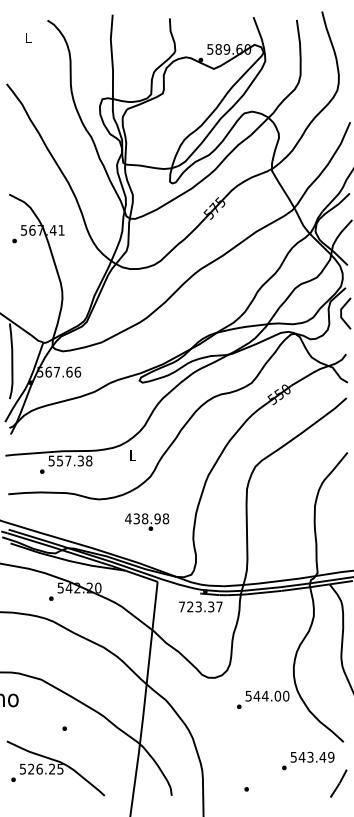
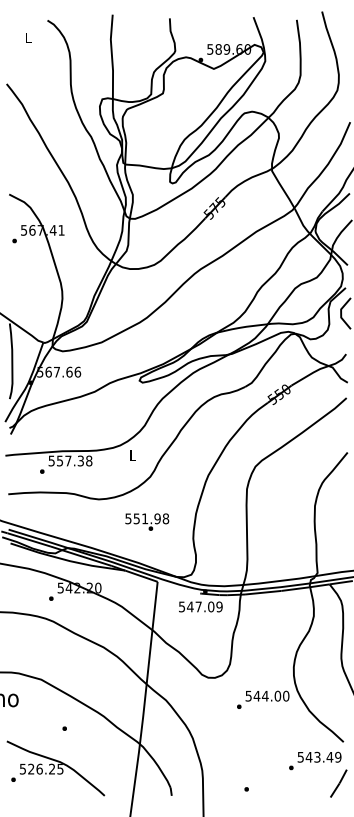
text at (136, 518): 438.98 -> 551.98
text at (200, 606): 723.37 -> 547.09
text at (308, 760) position: (308, 760) -> (315, 760)
